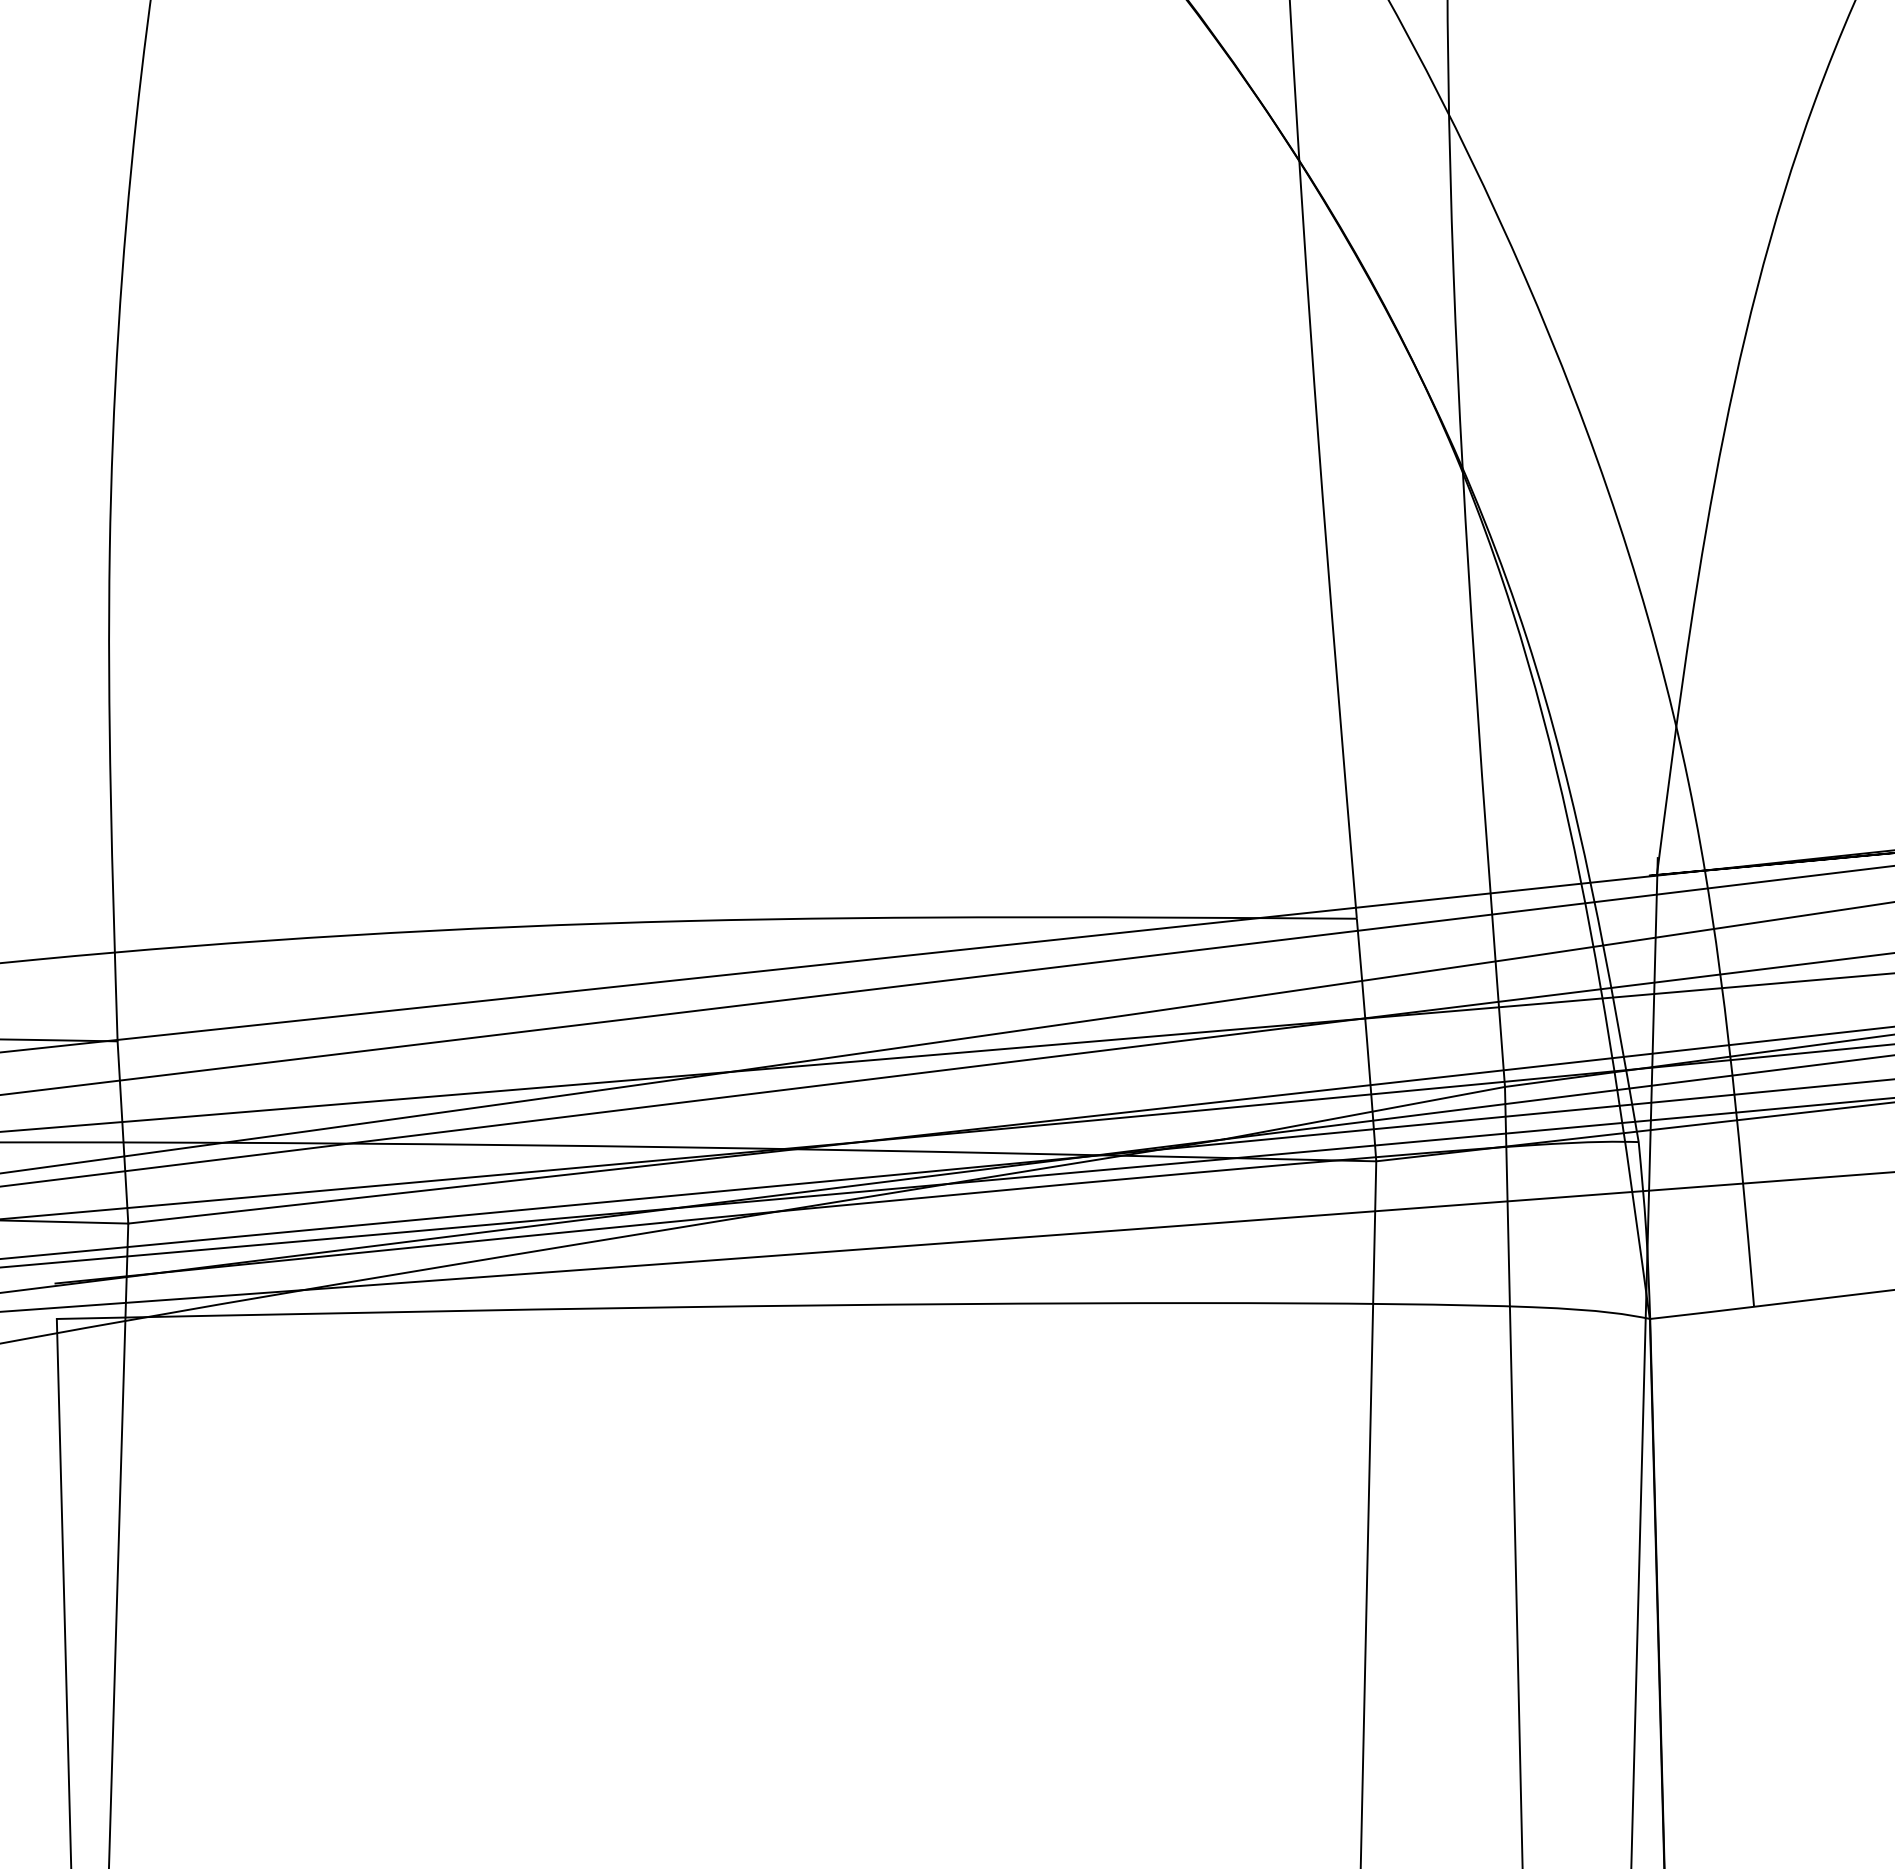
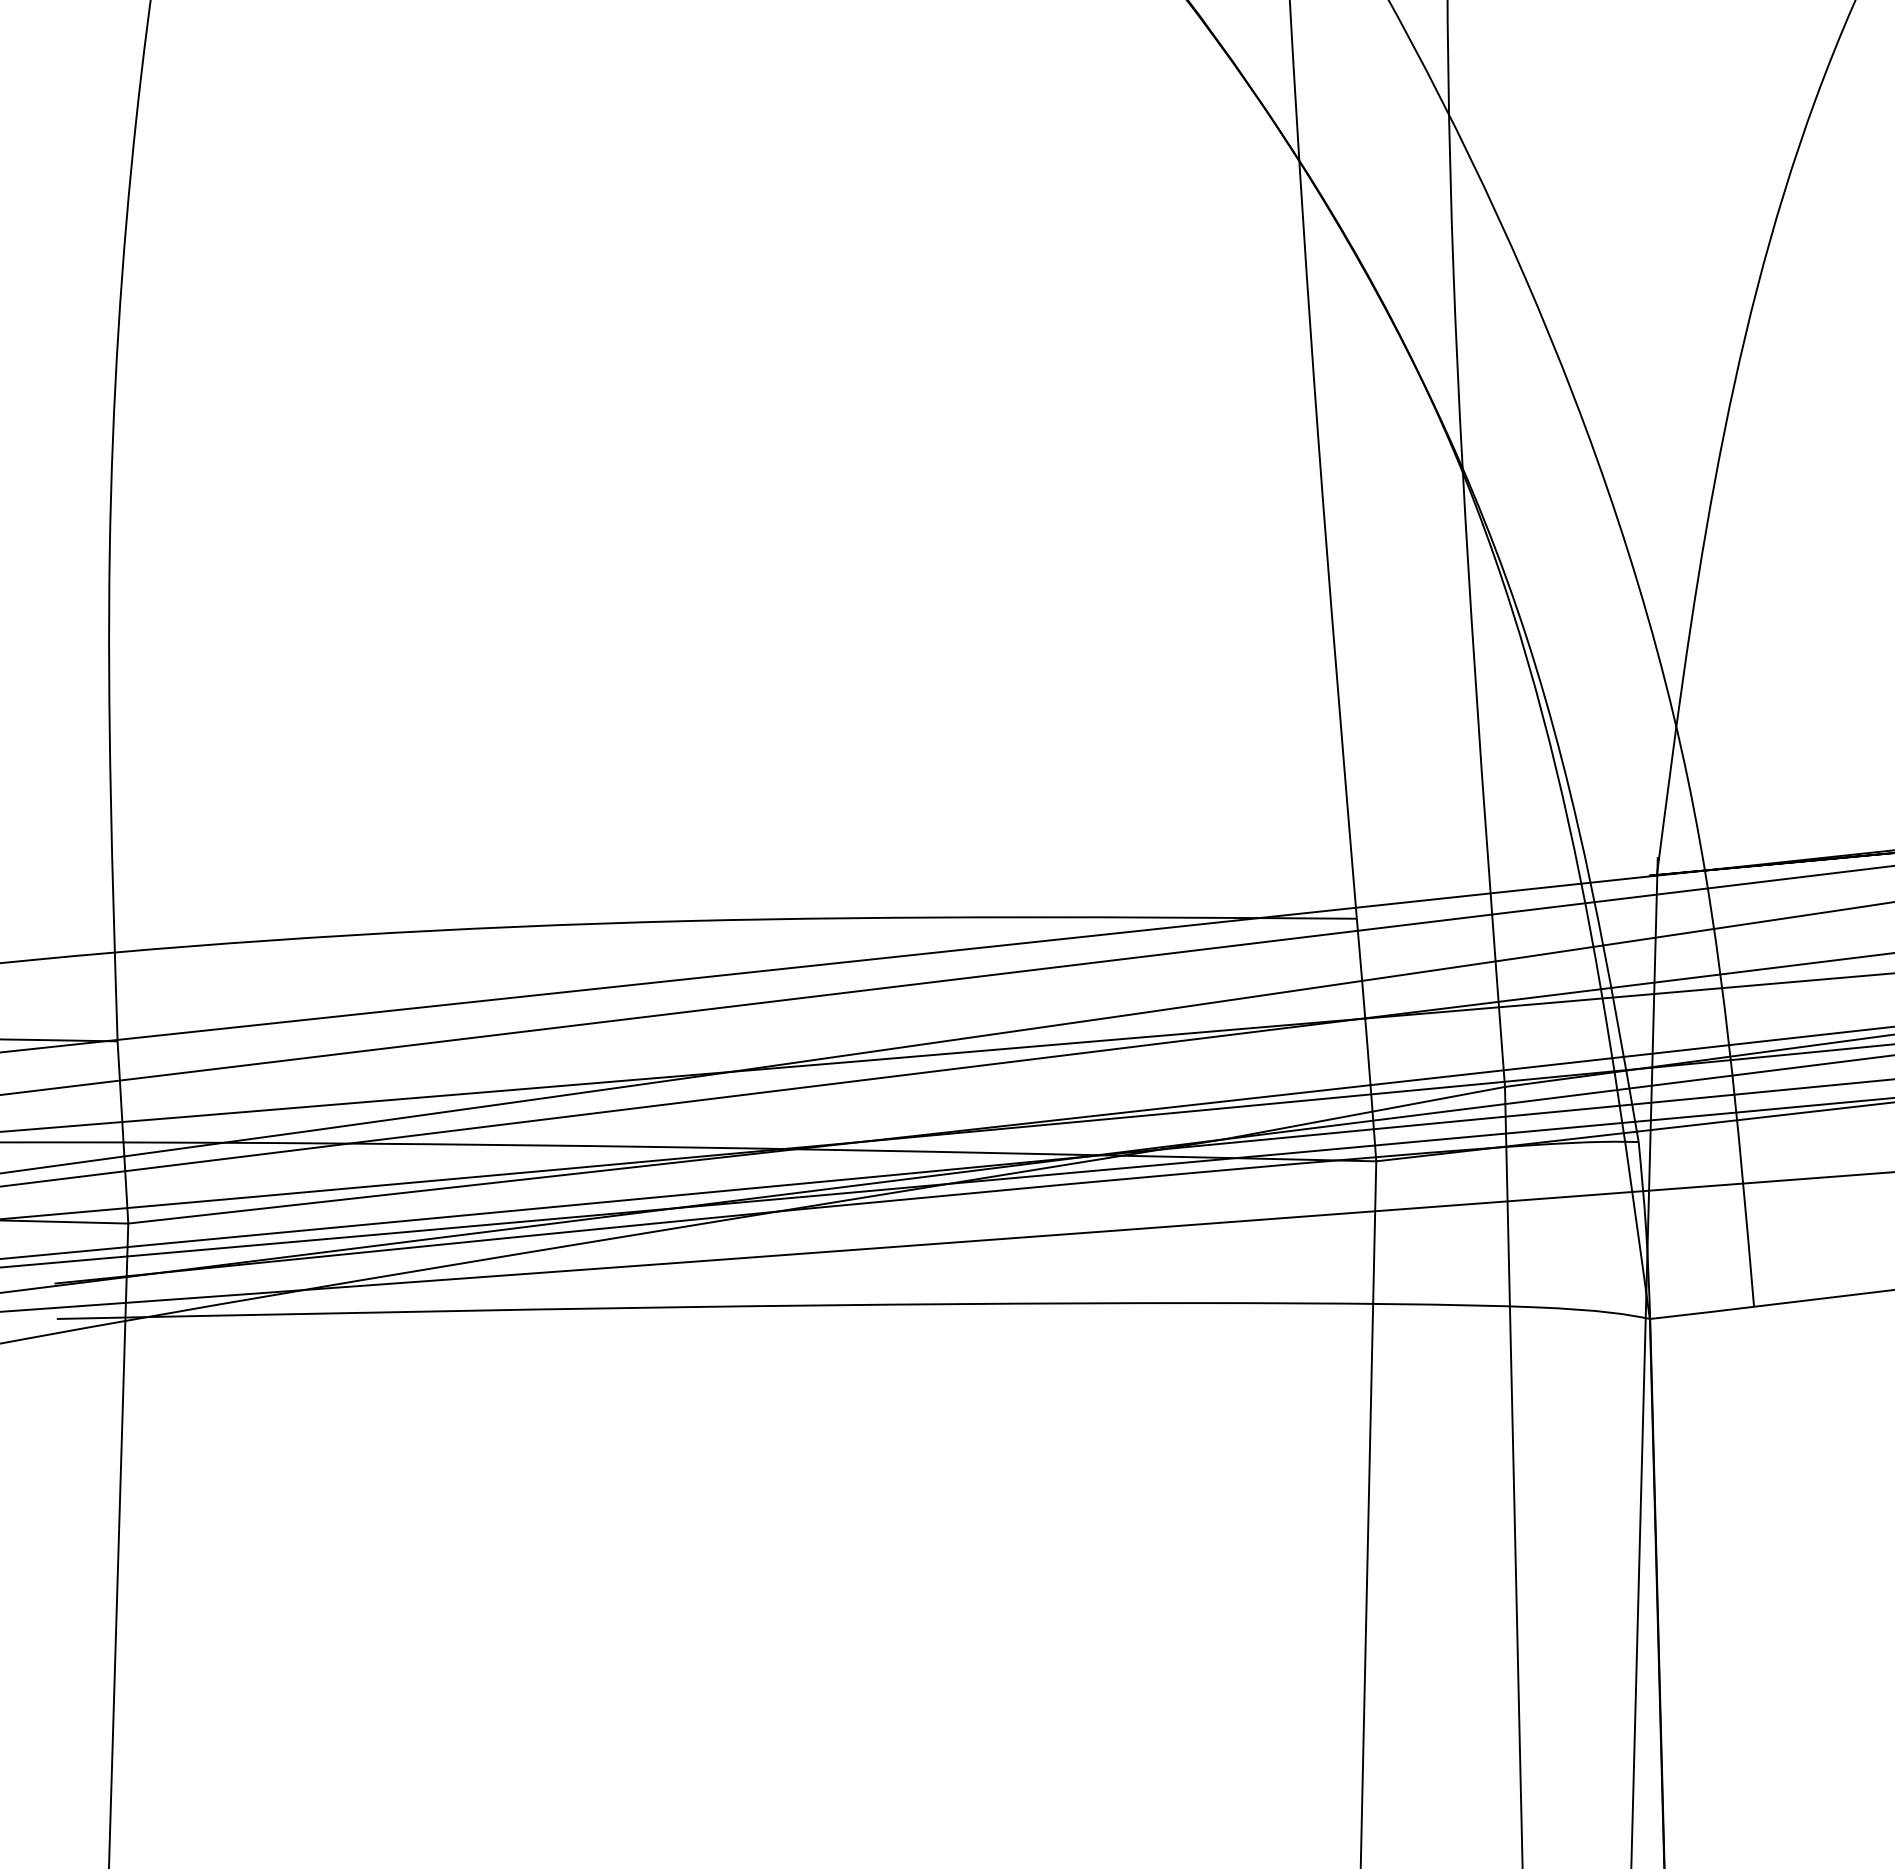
line at (63, 1591): present -> none
